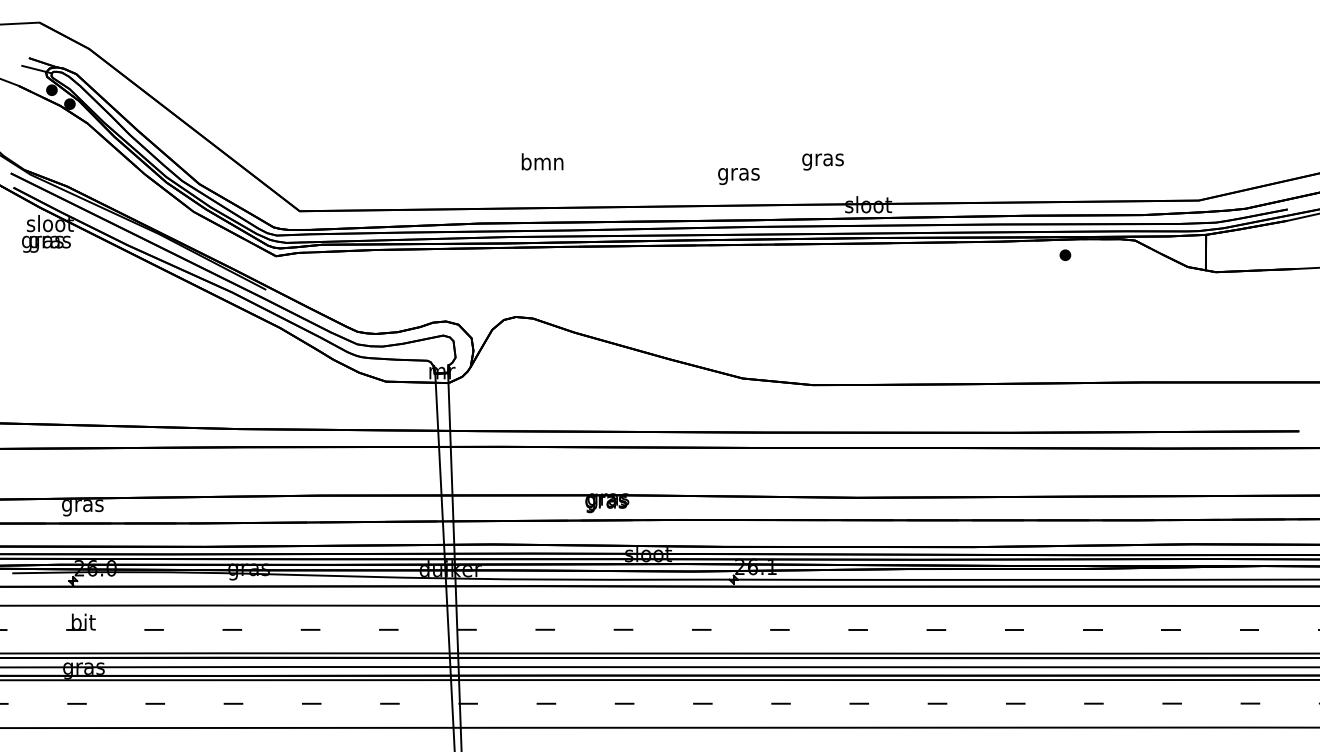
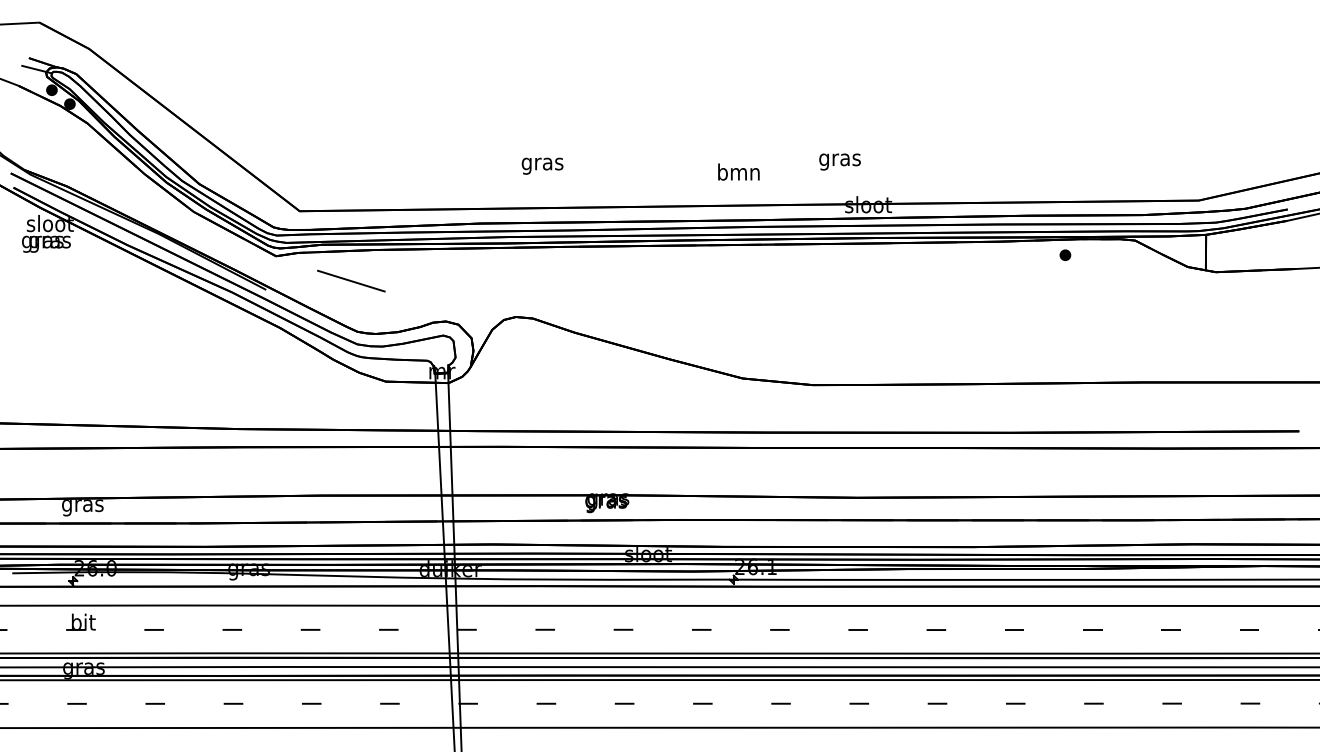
text at (822, 161) position: (822, 161) -> (839, 161)
text at (542, 163): bmn -> gras
text at (738, 174): gras -> bmn
line at (351, 280): none -> present
